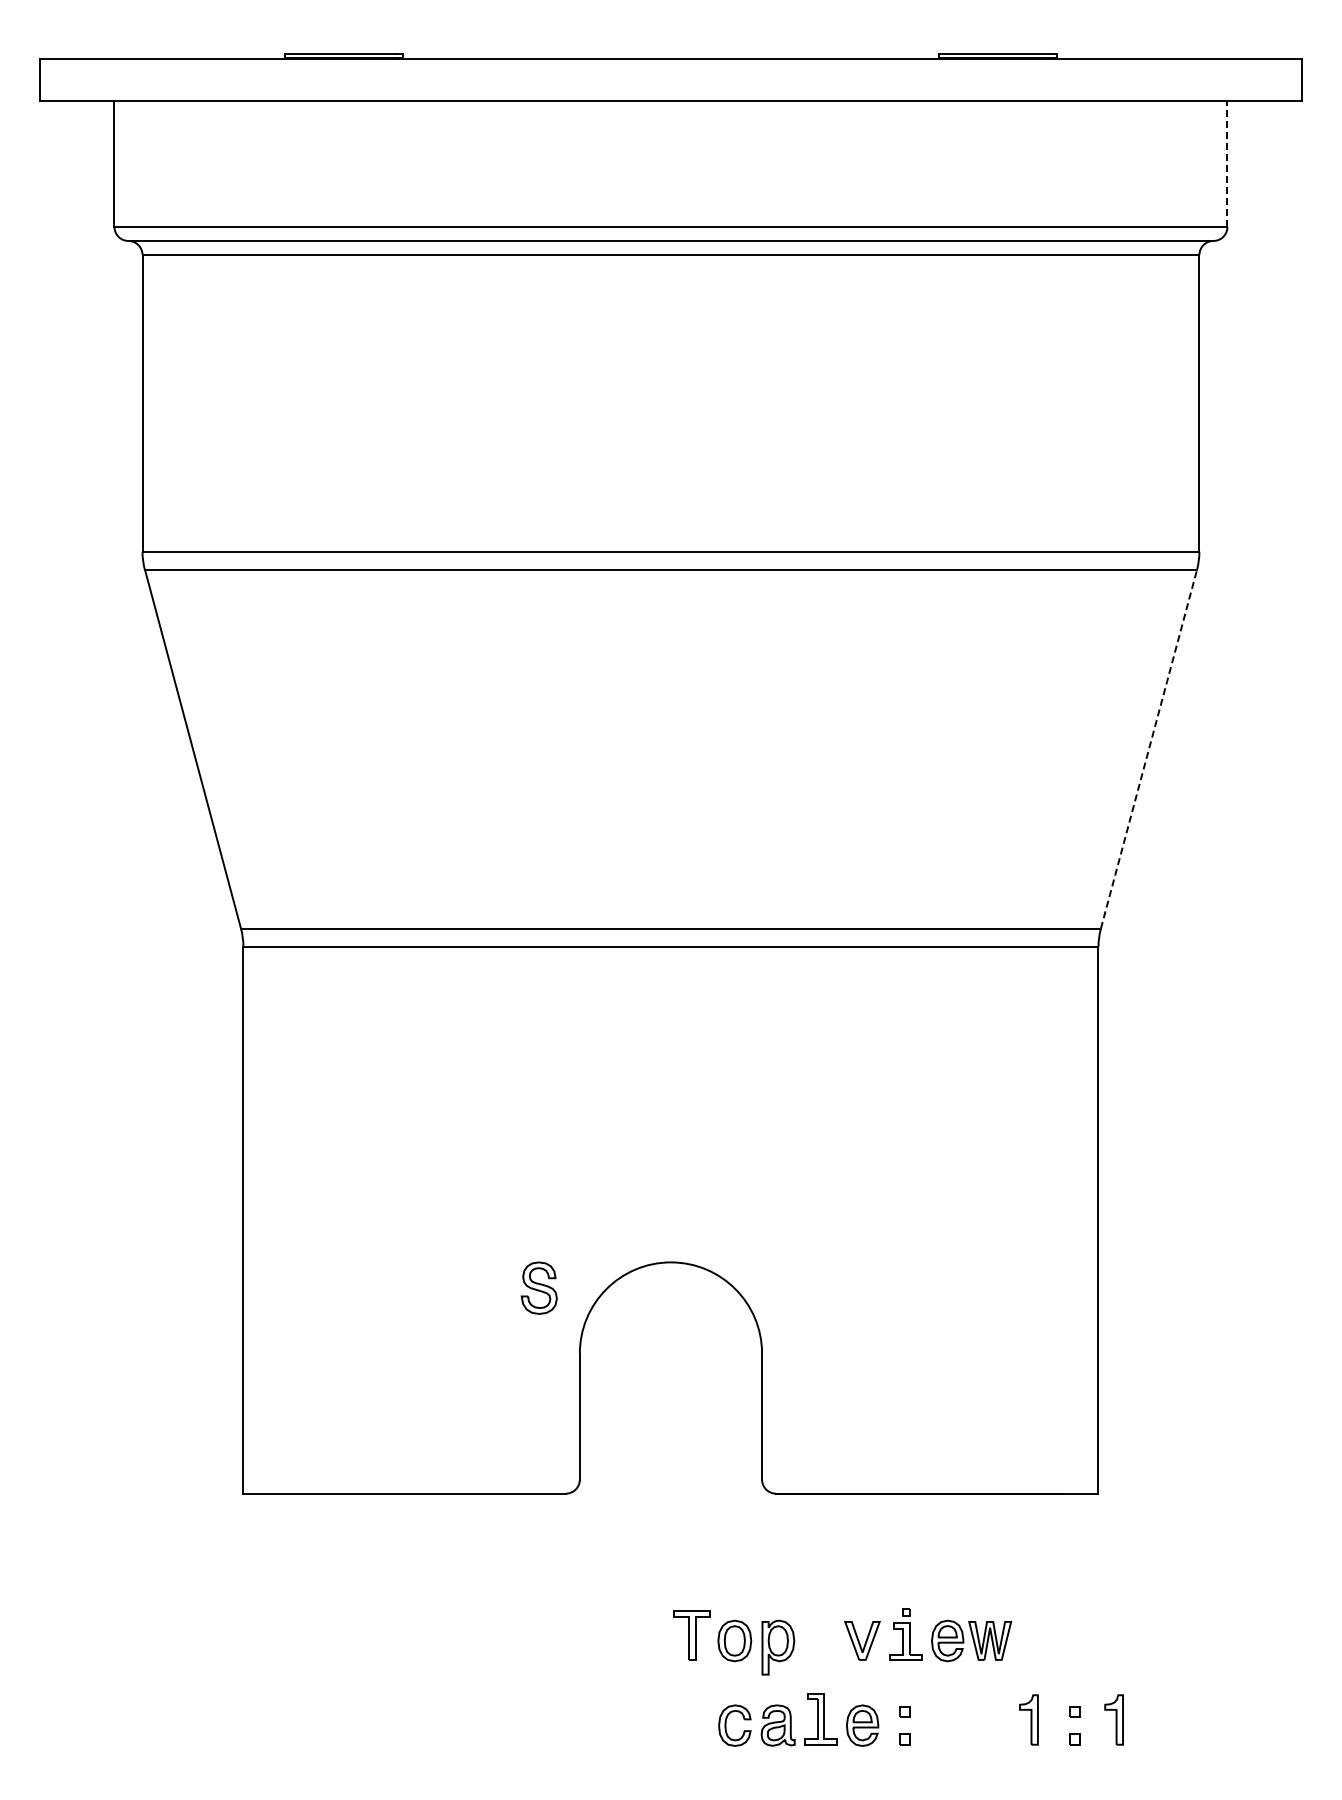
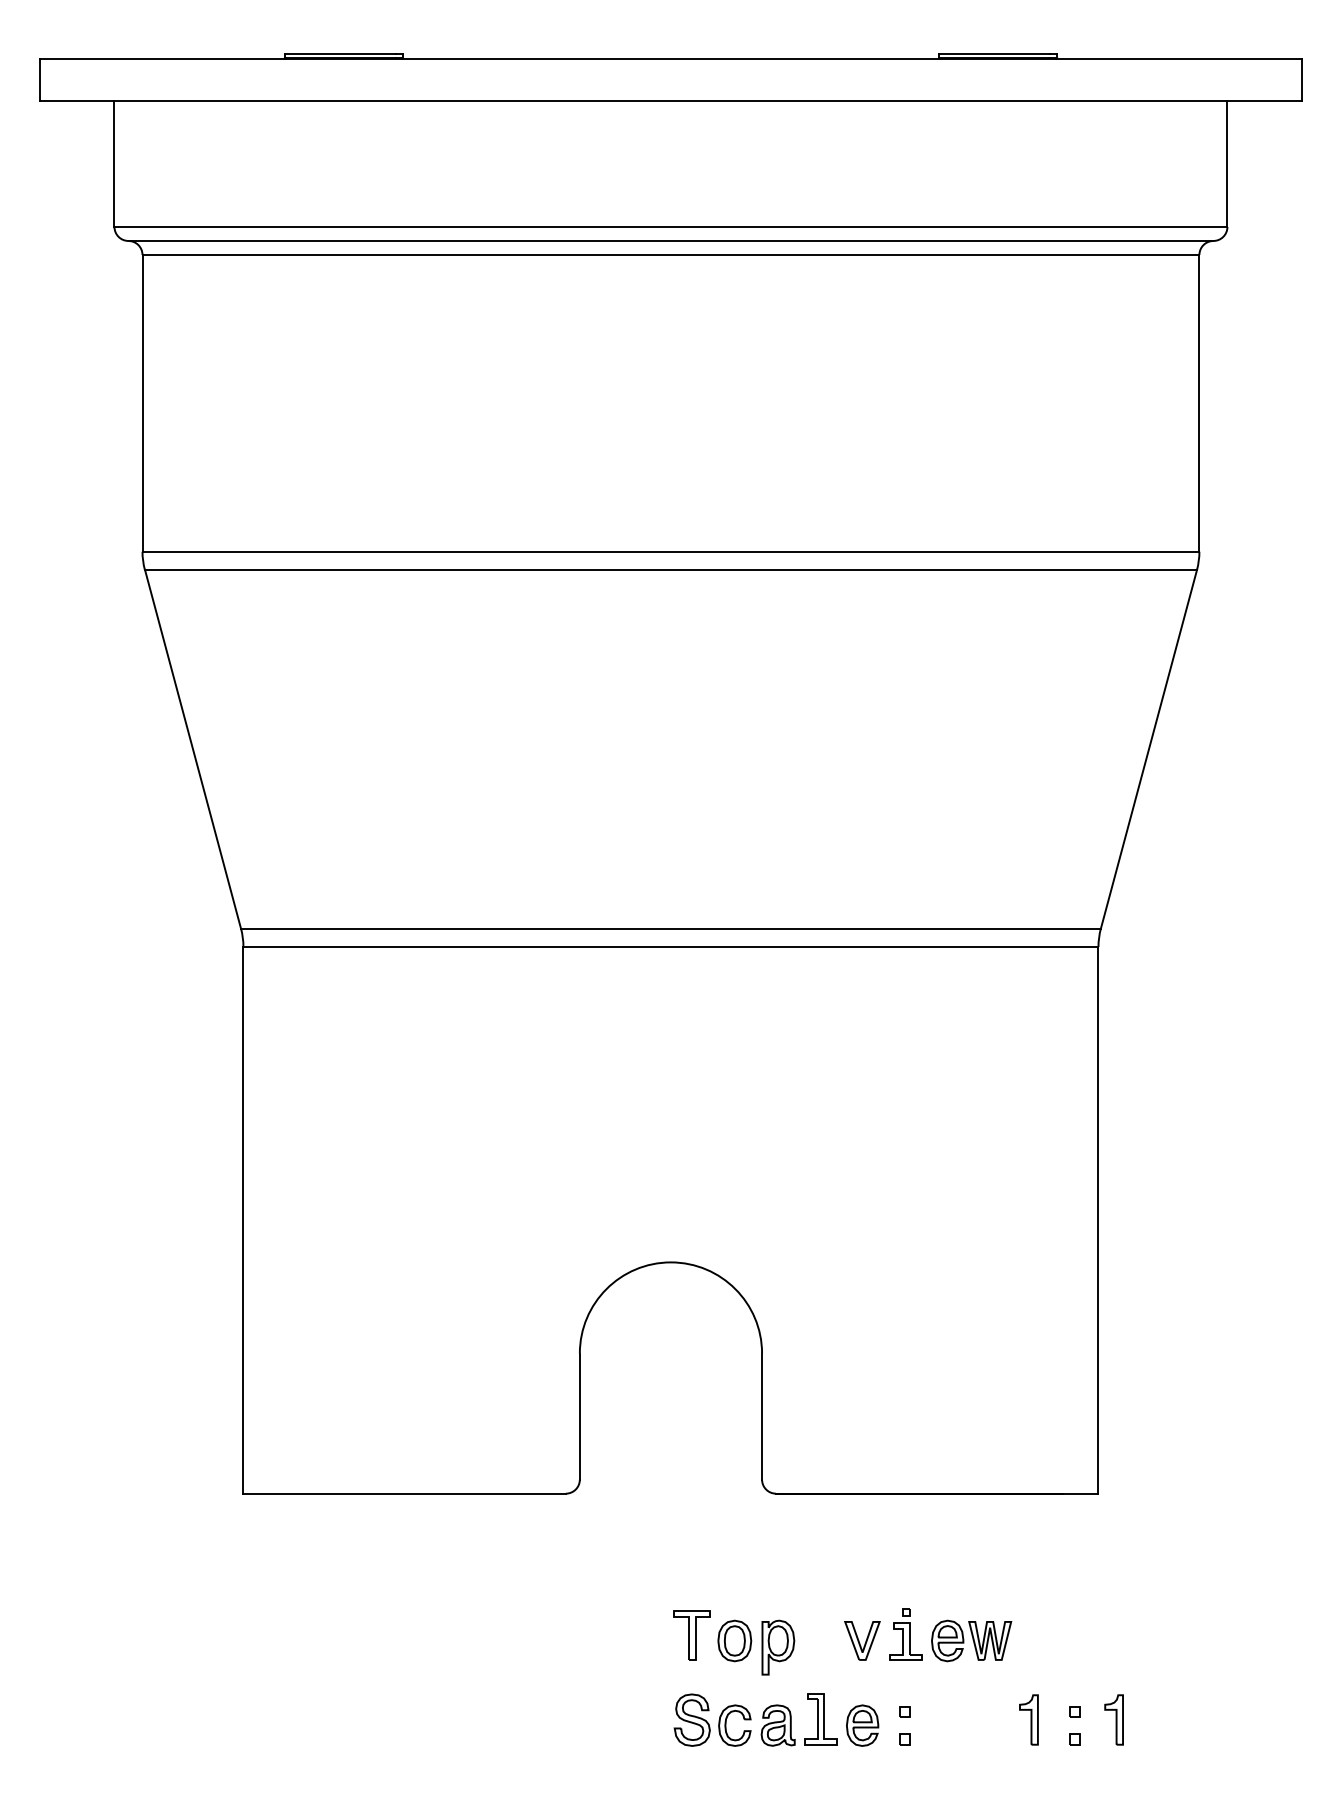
line at (1227, 163): dashed -> solid
line at (1148, 749): dashed -> solid
part at (538, 1287) position: (538, 1287) -> (691, 1719)
